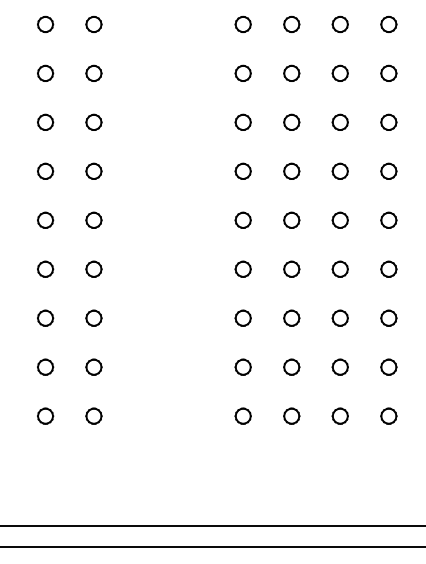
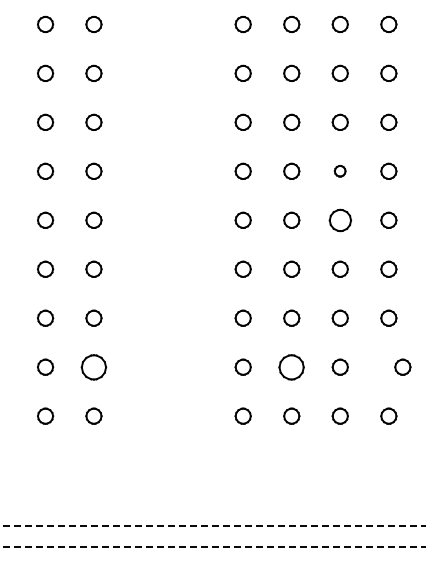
part at (339, 170) size: 18x18 px -> 14x13 px
part at (339, 219) size: 18x18 px -> 24x25 px
part at (93, 366) size: 18x18 px -> 28x27 px
part at (291, 366) size: 18x18 px -> 27x27 px
part at (388, 366) position: (388, 366) -> (402, 366)
line at (212, 525): solid -> dashed
line at (212, 547): solid -> dashed
